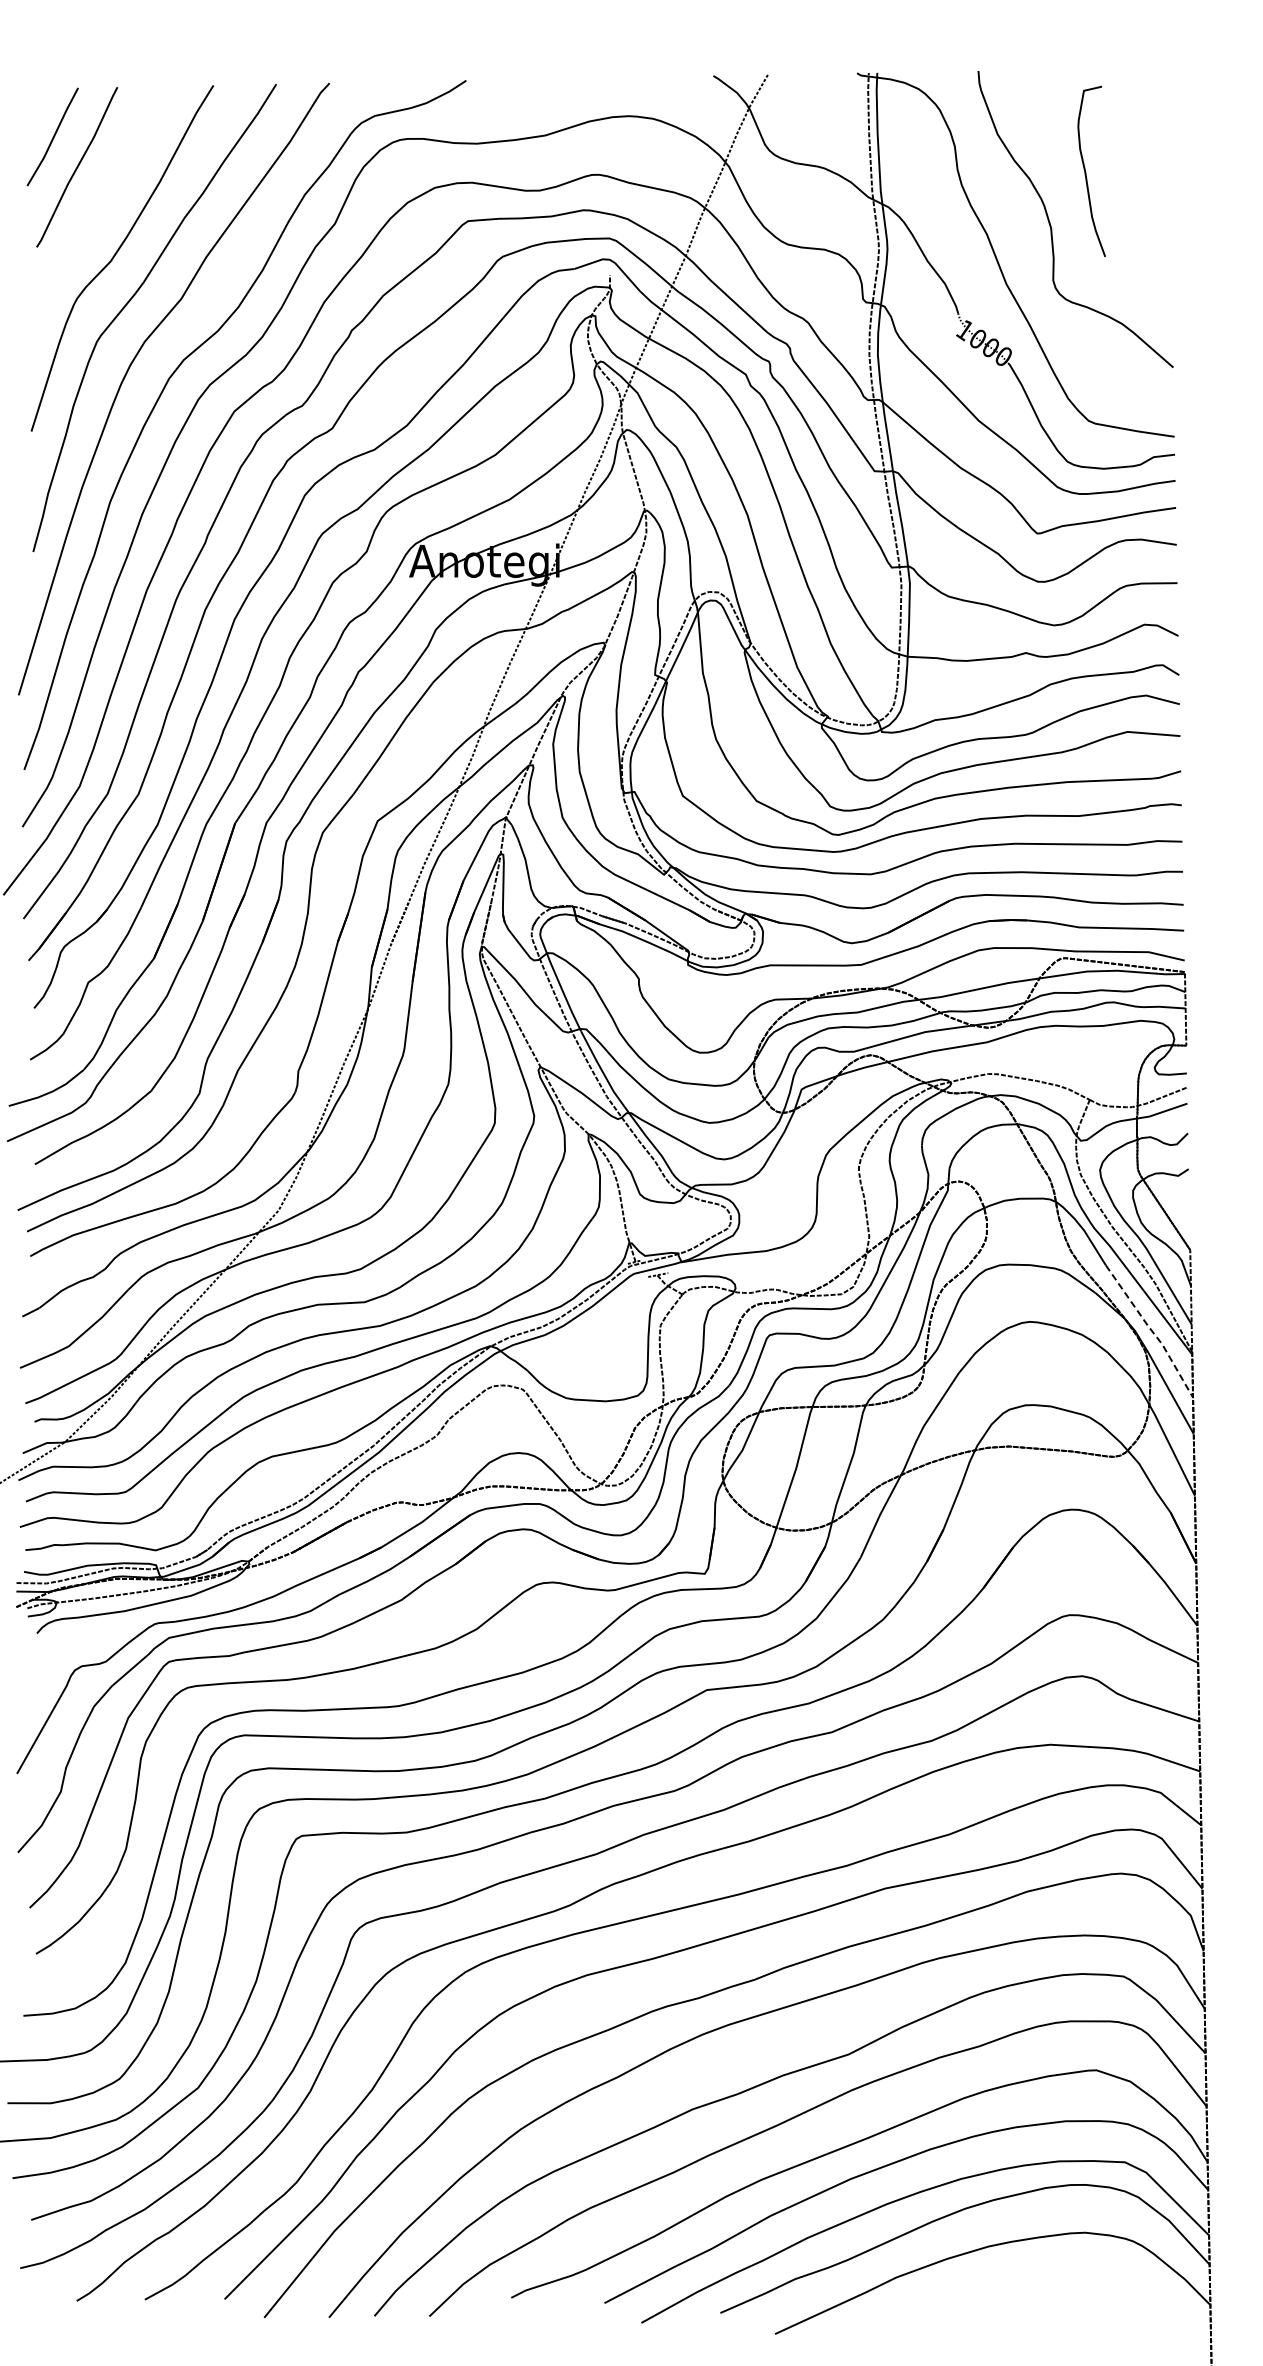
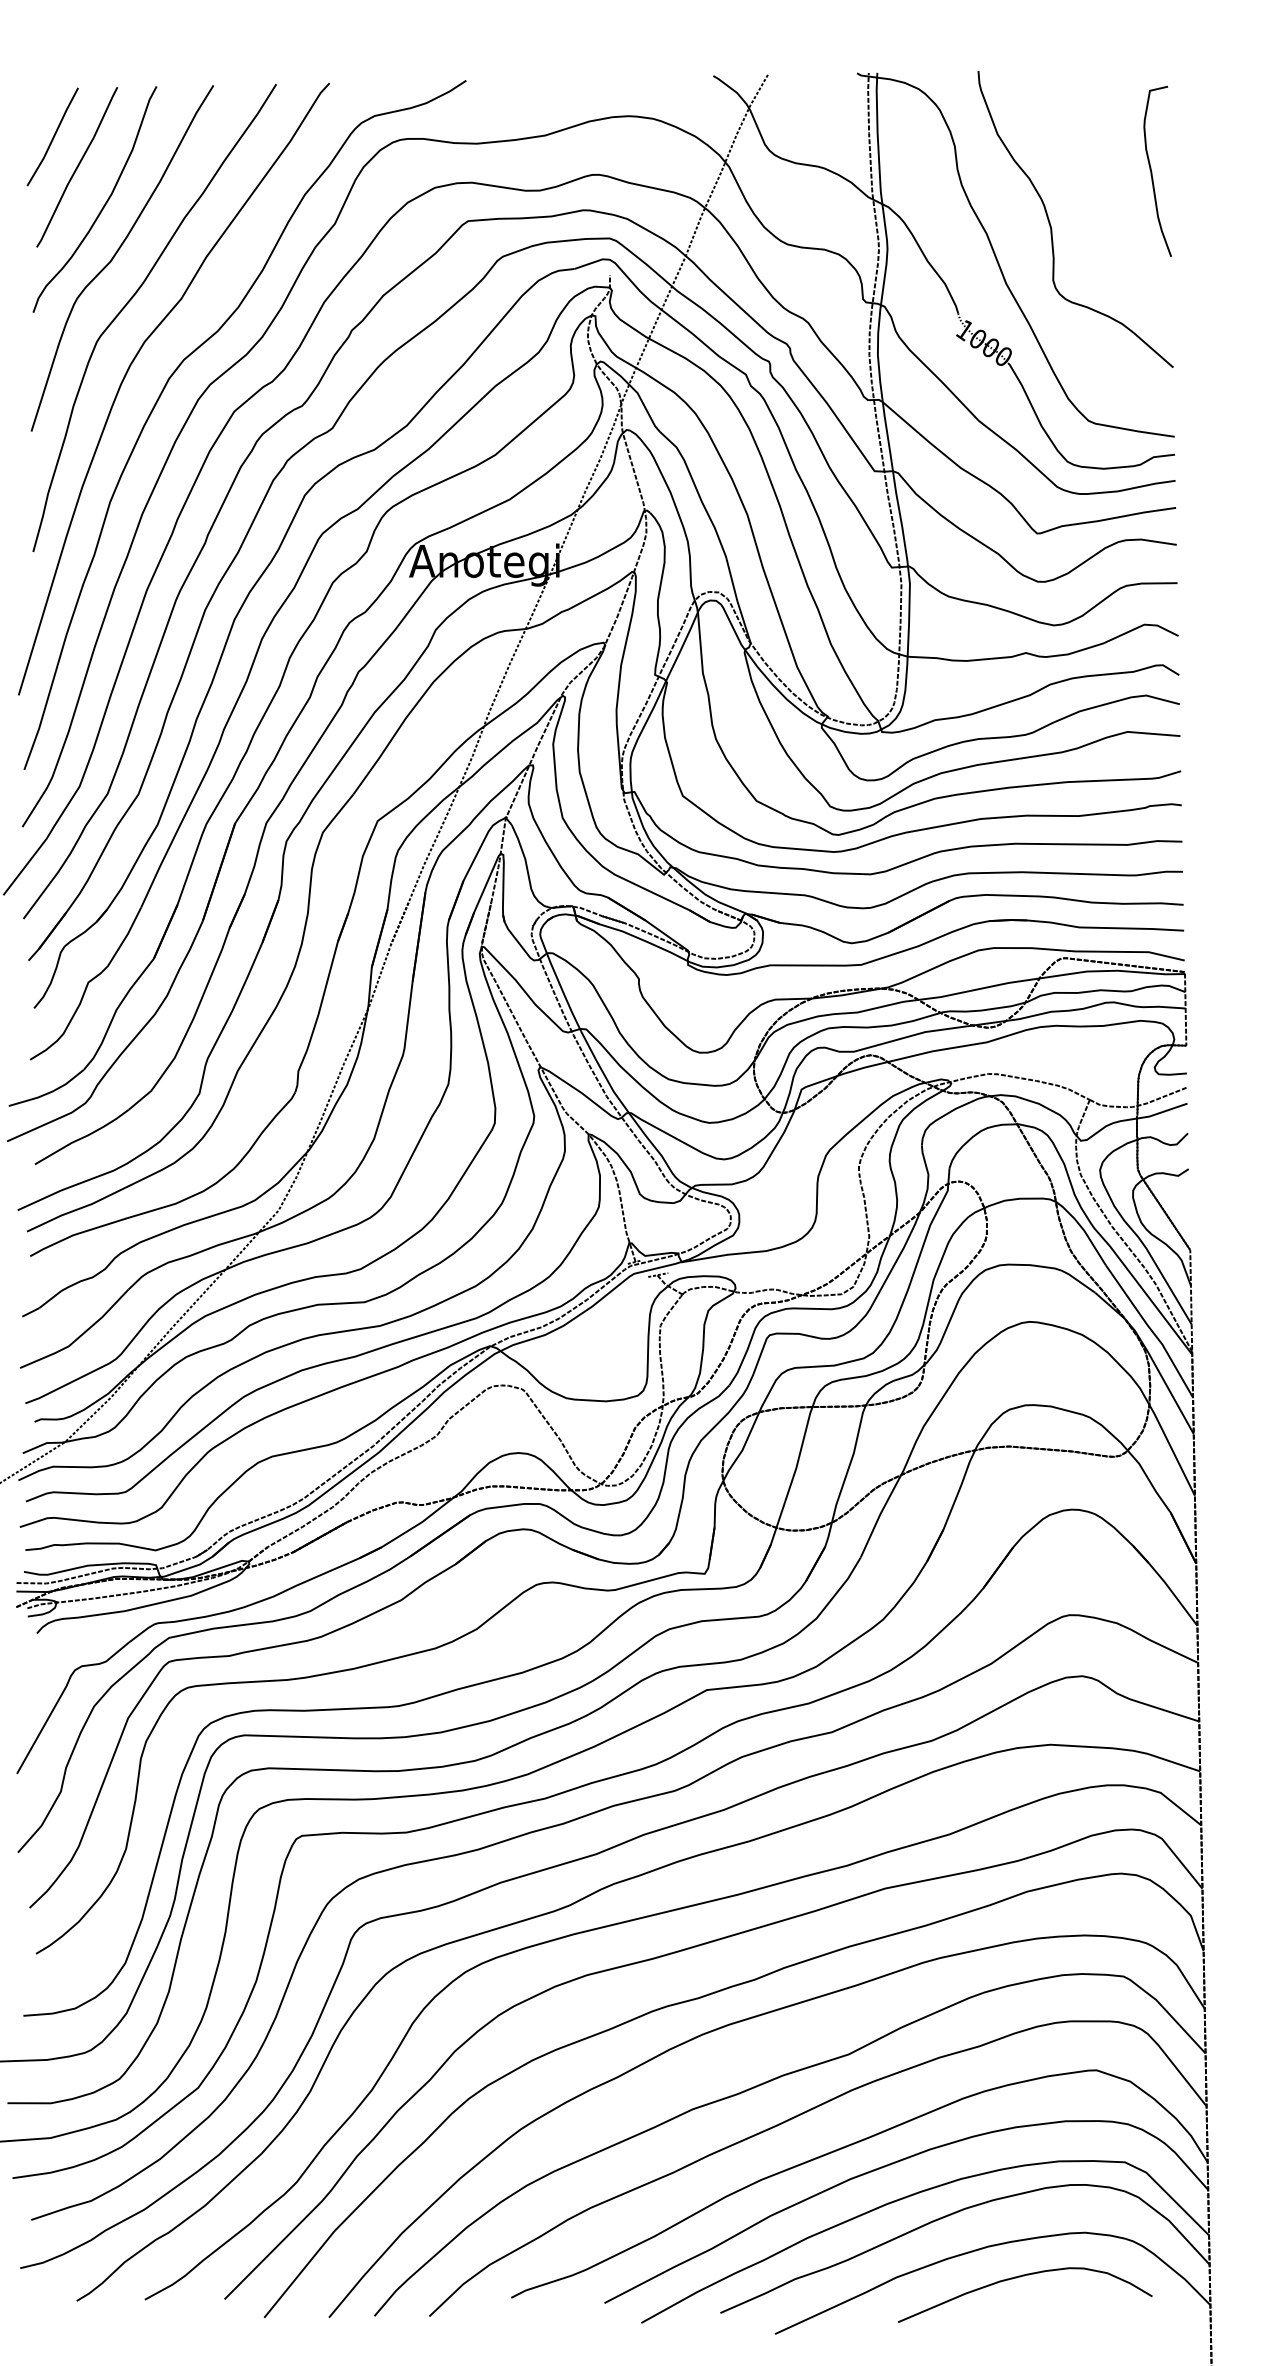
curve at (1086, 171) position: (1086, 171) -> (1152, 171)
curve at (104, 203): none -> present
line at (1151, 1330): dashed -> solid
curve at (1020, 2277): none -> present
